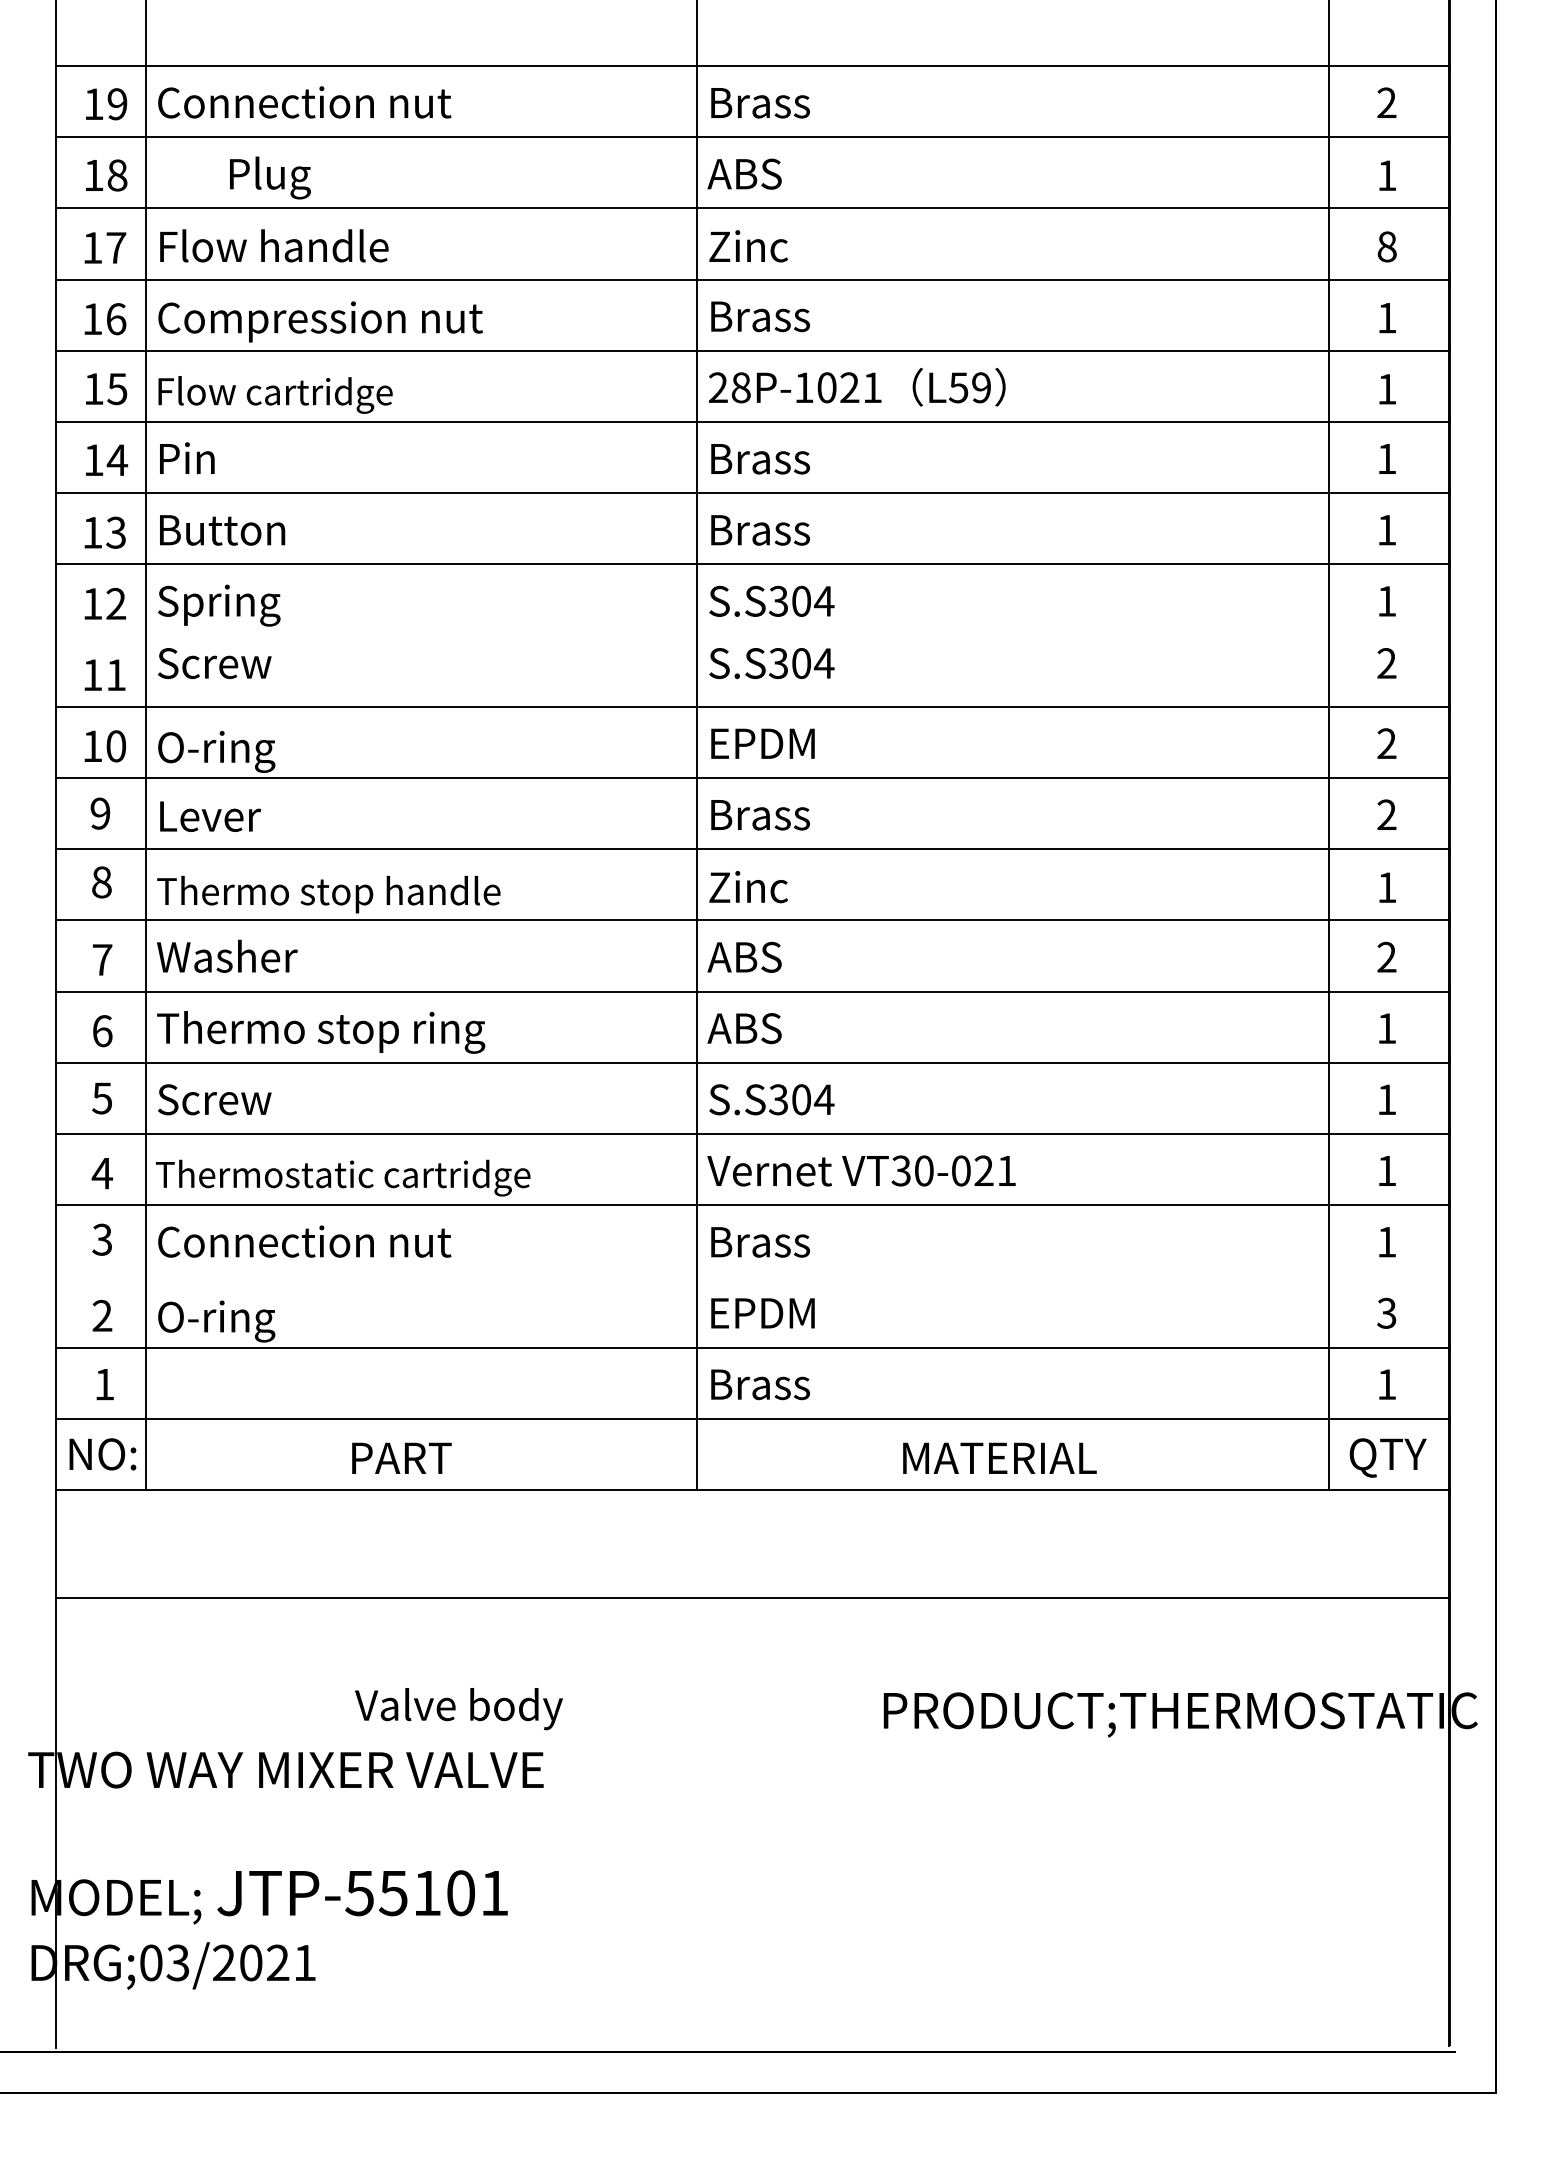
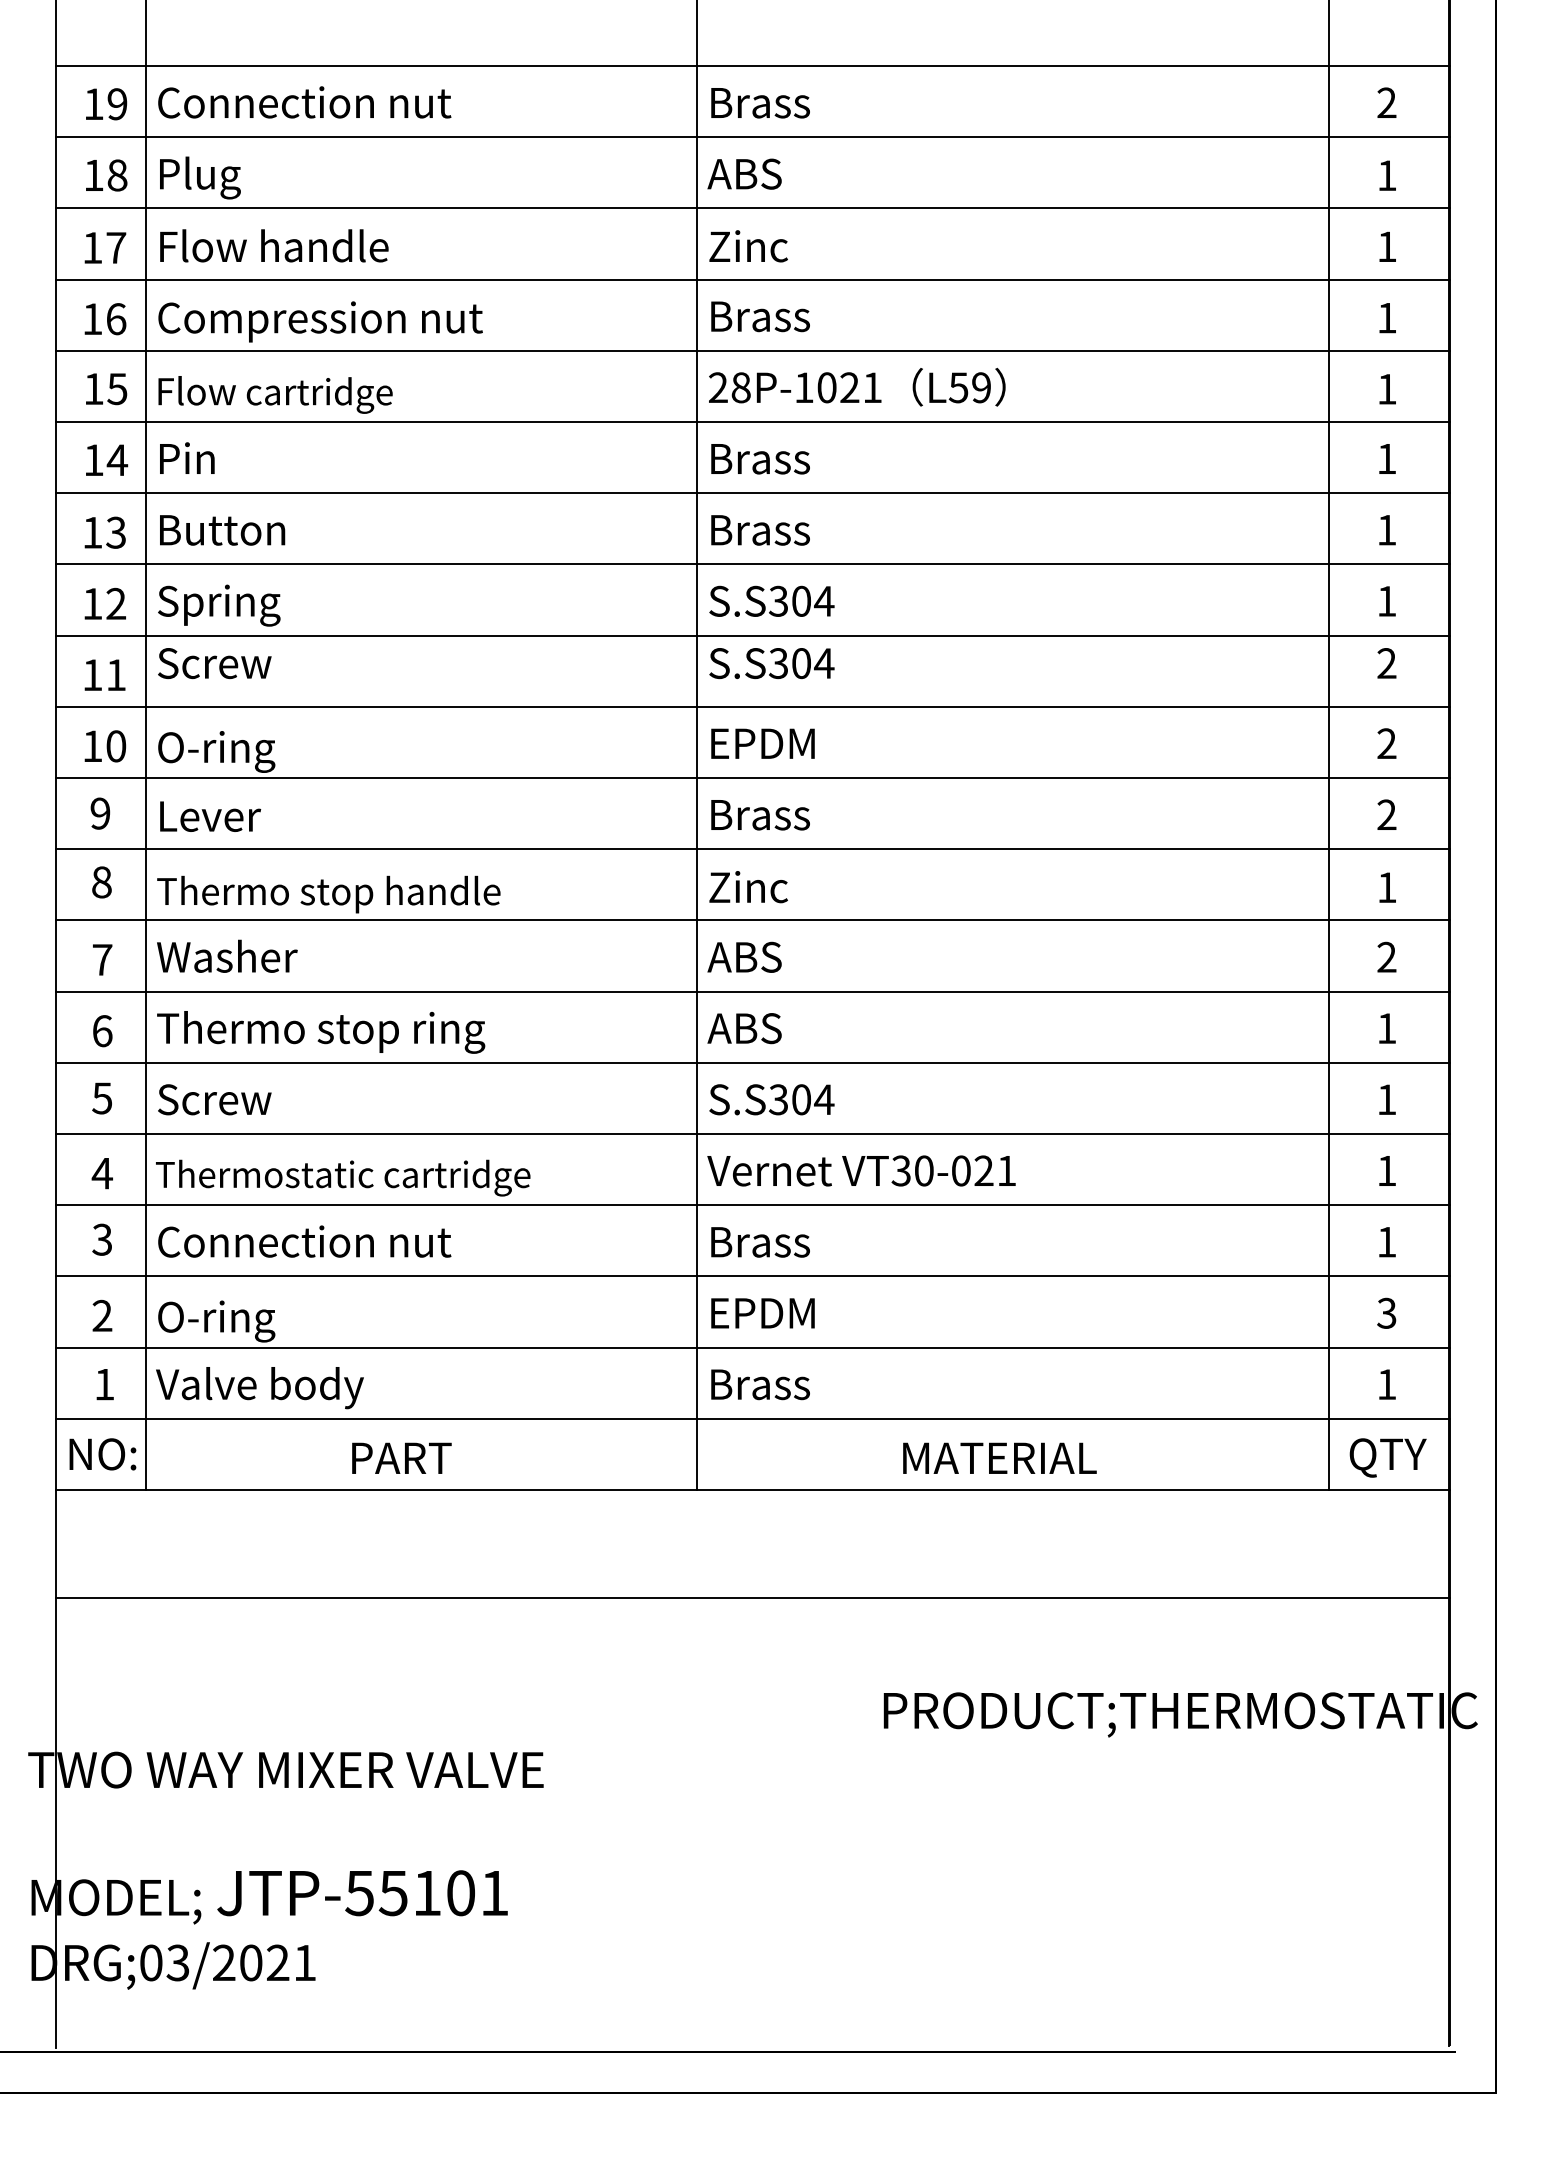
text at (270, 177) position: (270, 177) -> (200, 177)
text at (1386, 246): 8 -> 1
line at (752, 635): none -> present
line at (752, 1276): none -> present
text at (458, 1709) position: (458, 1709) -> (259, 1388)
